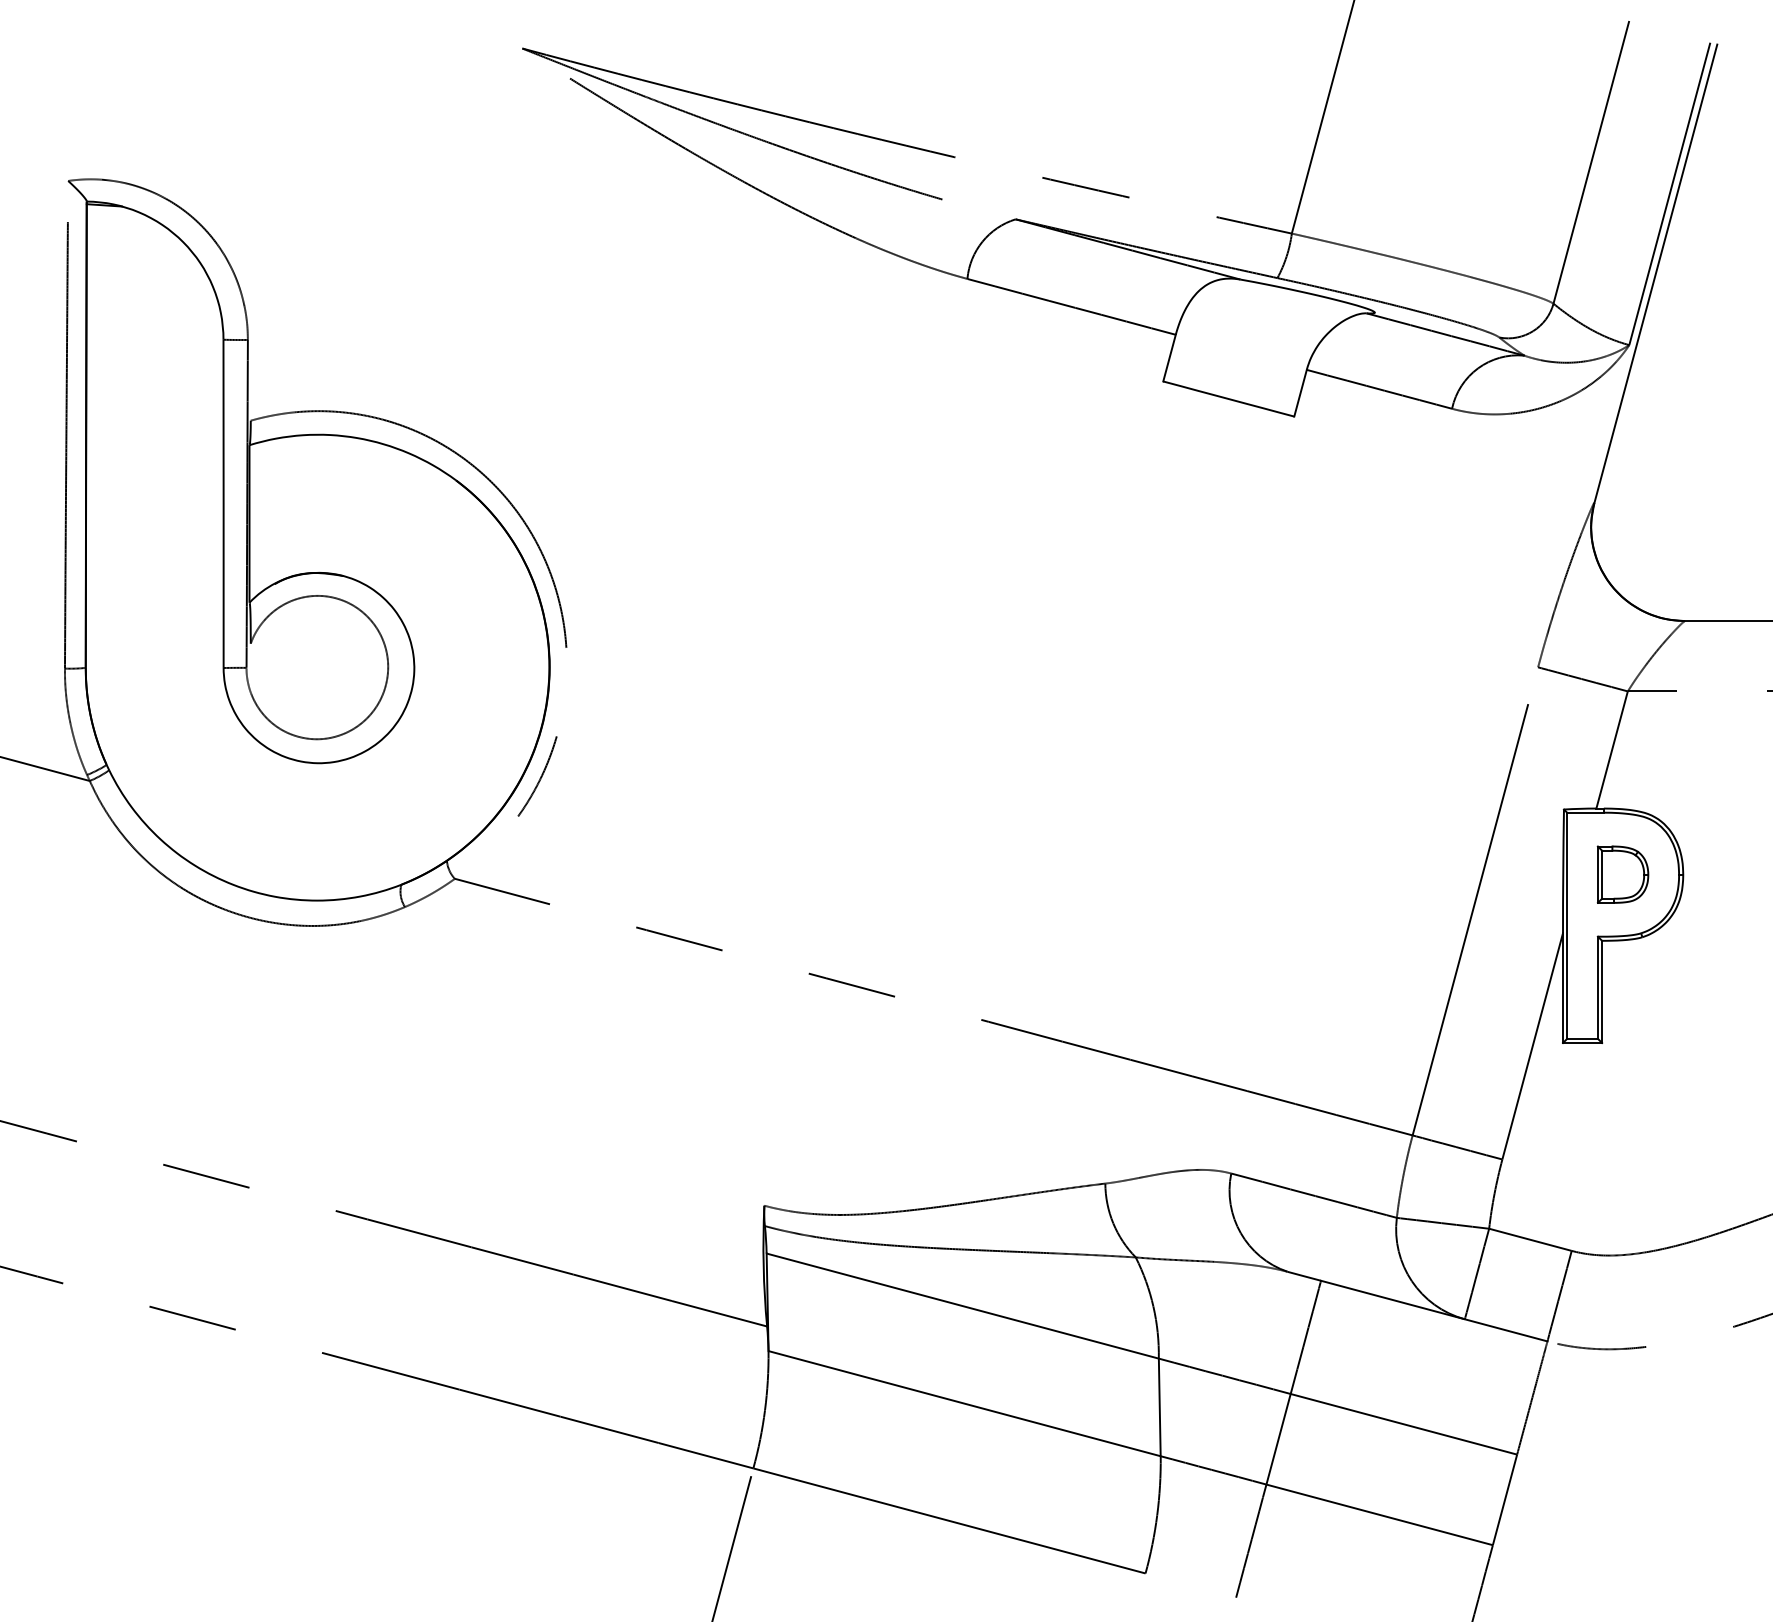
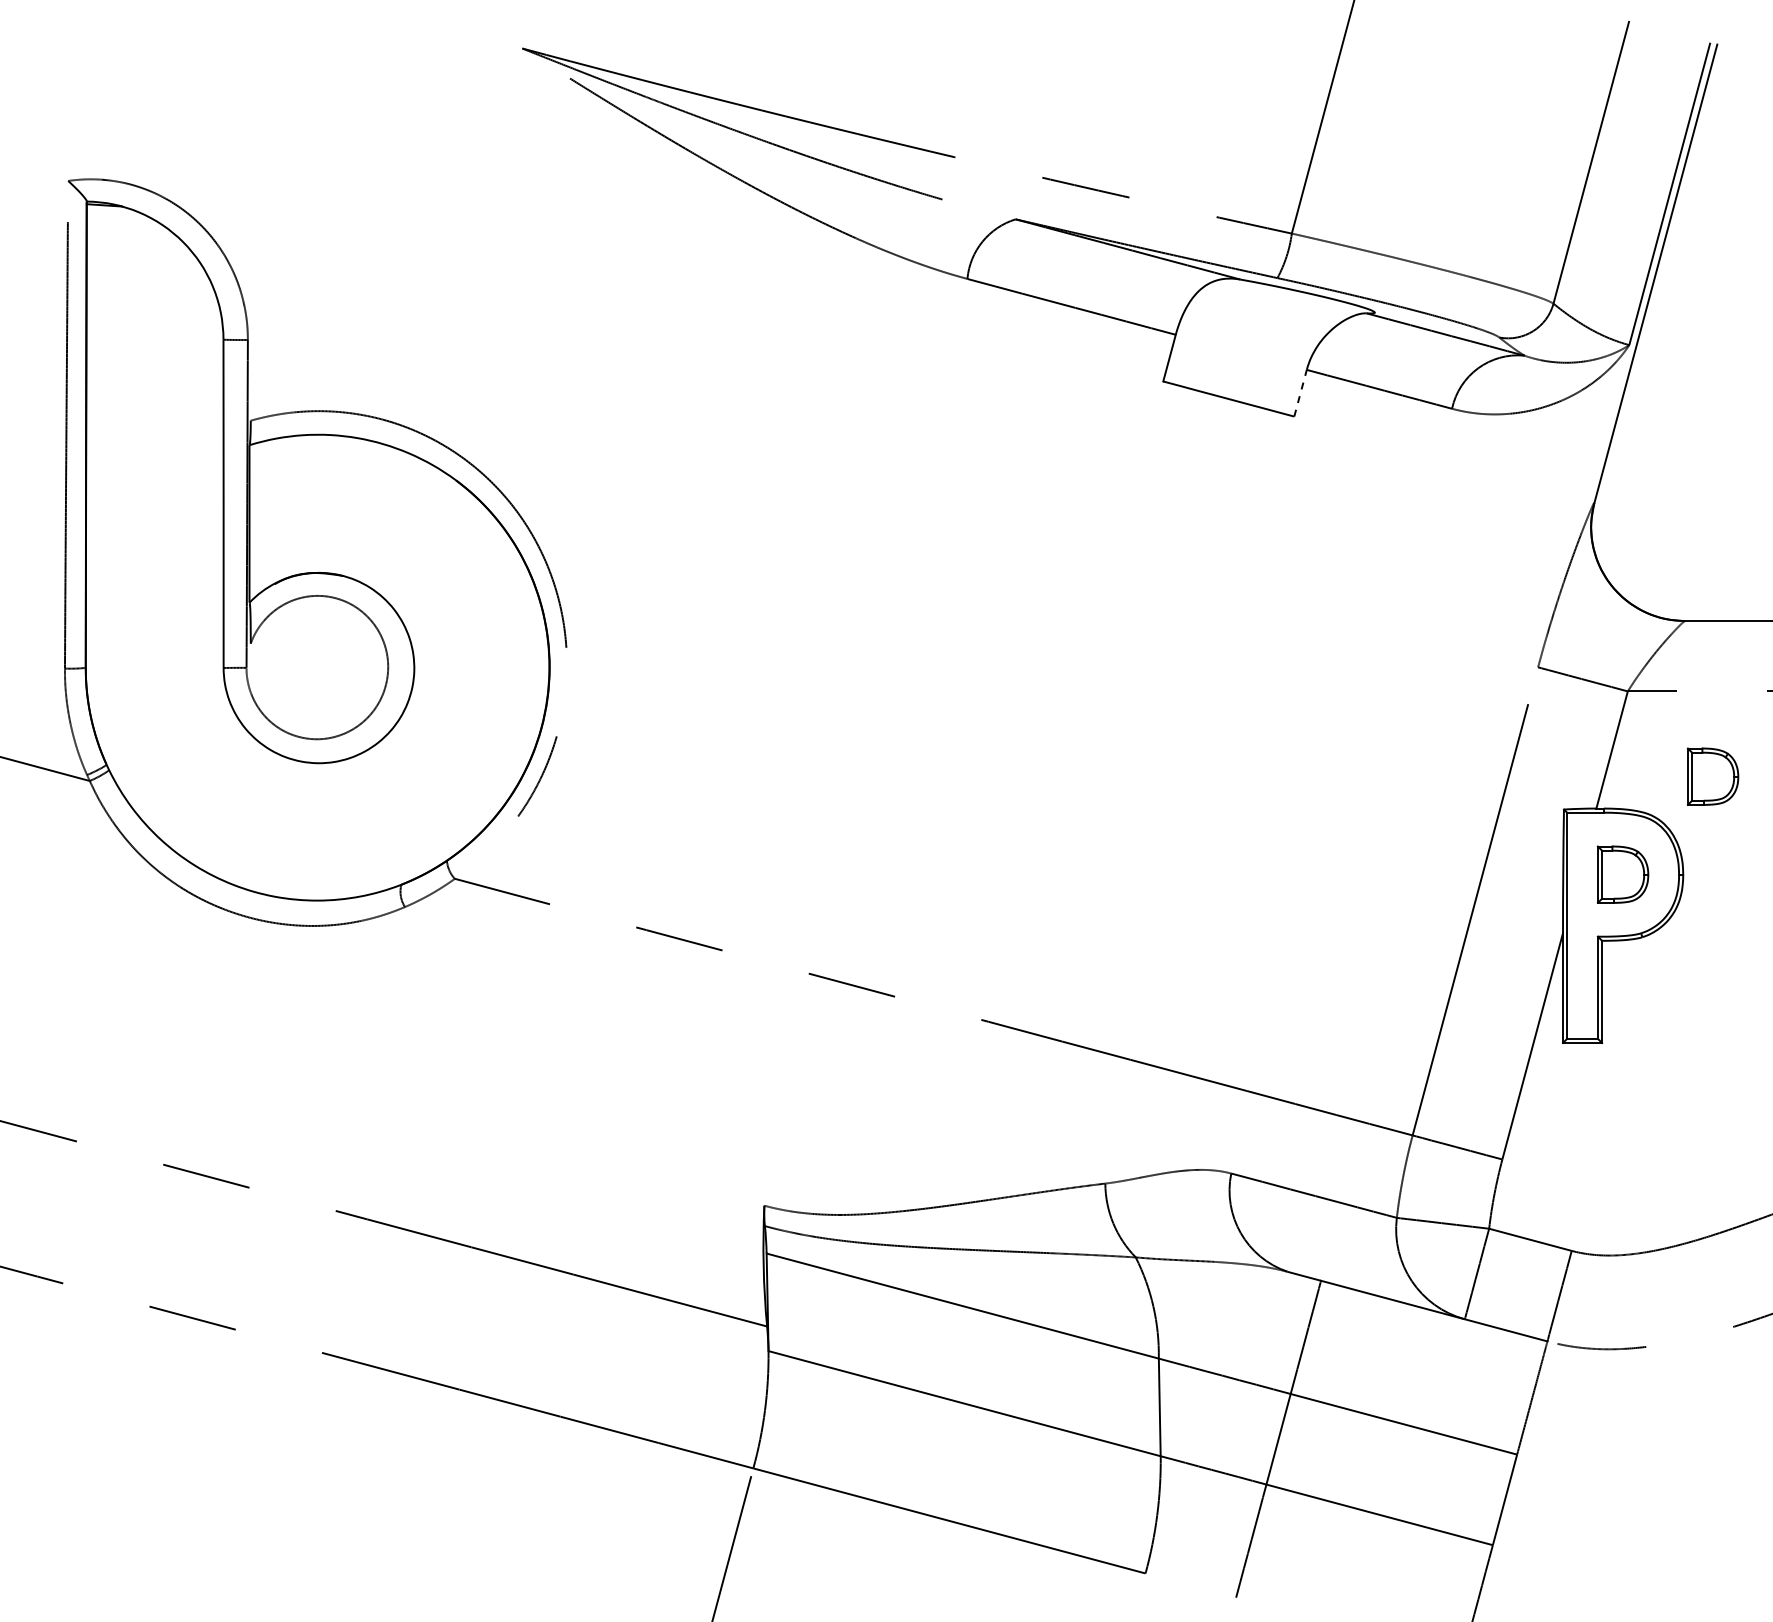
line at (1300, 392): solid -> dashed
part at (1712, 776): none -> present
